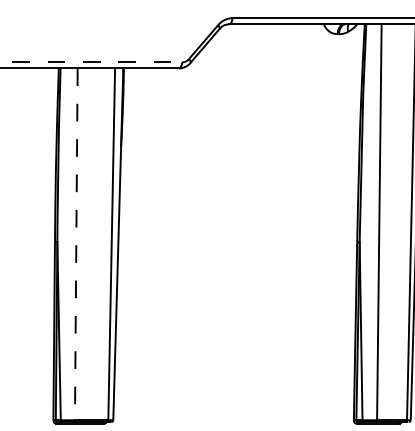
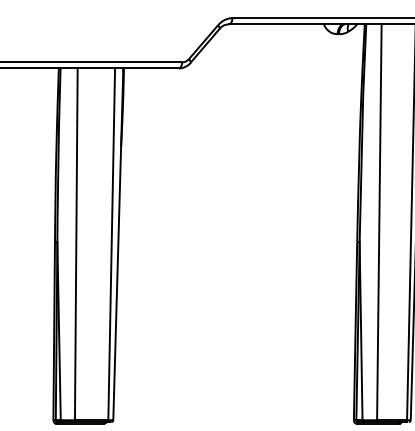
line at (91, 62): dashed -> solid
line at (76, 244): dashed -> solid
